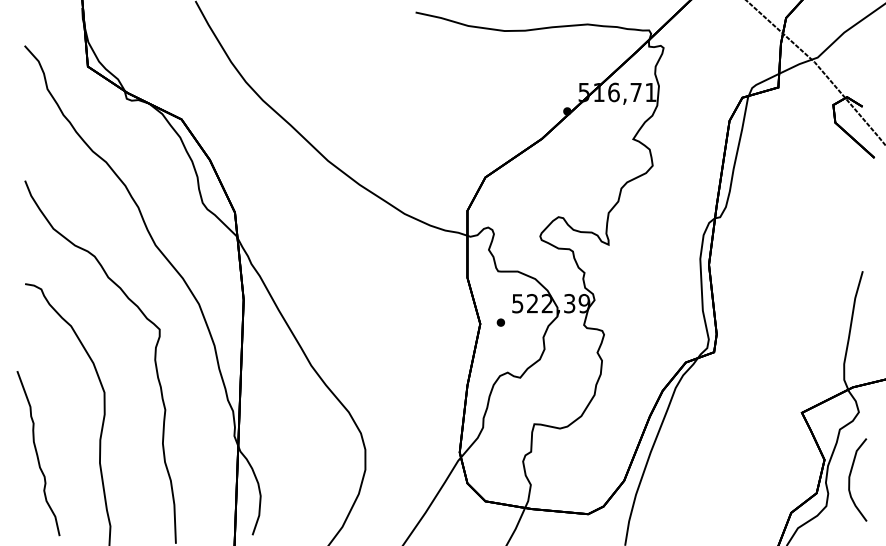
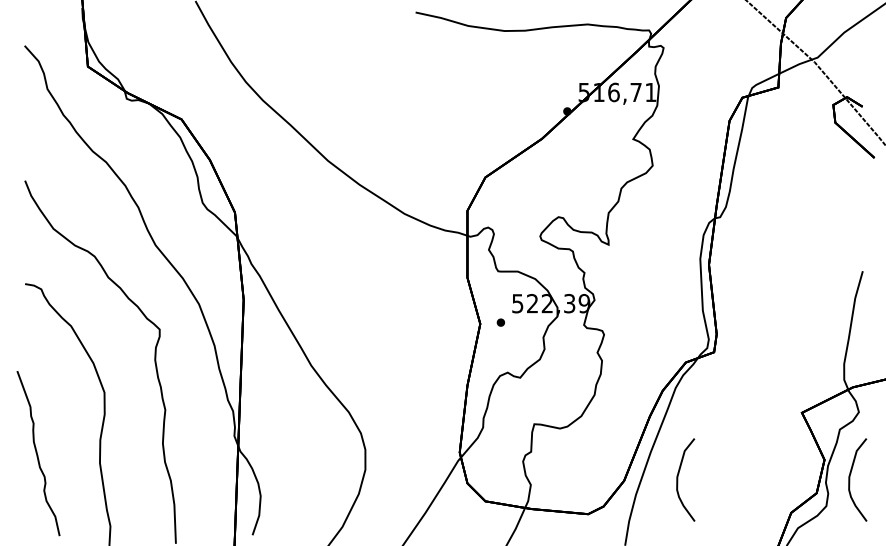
curve at (678, 479): none -> present
